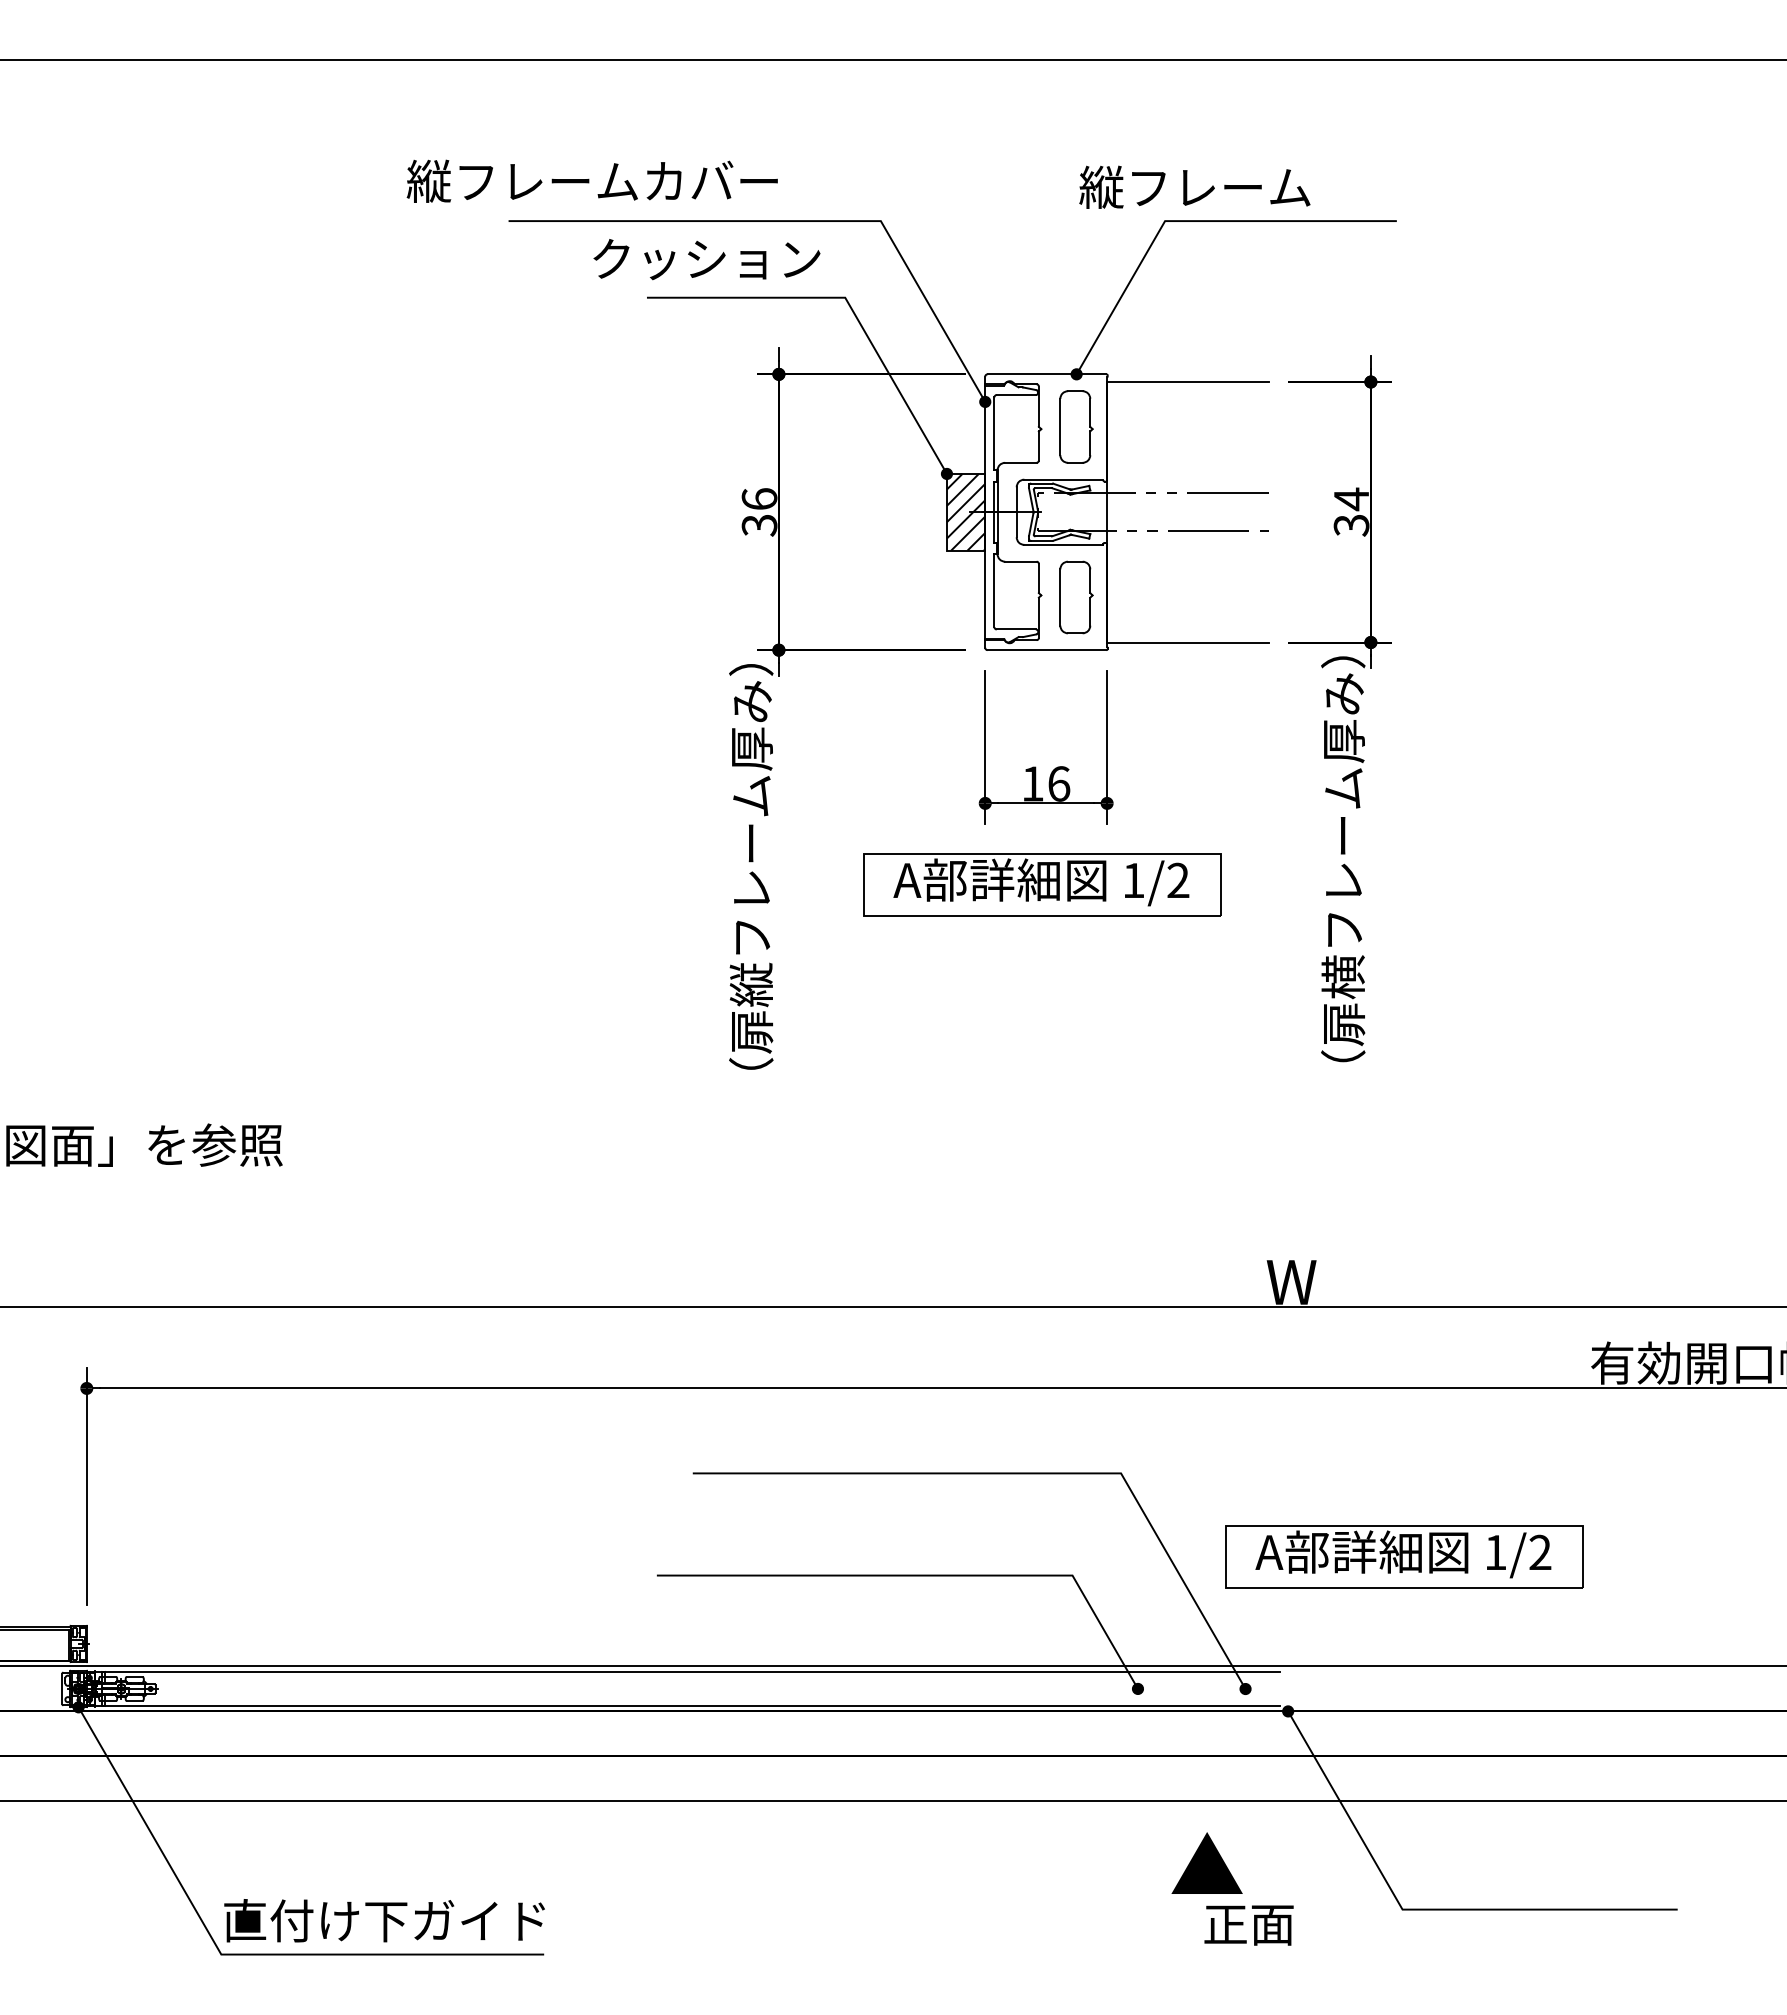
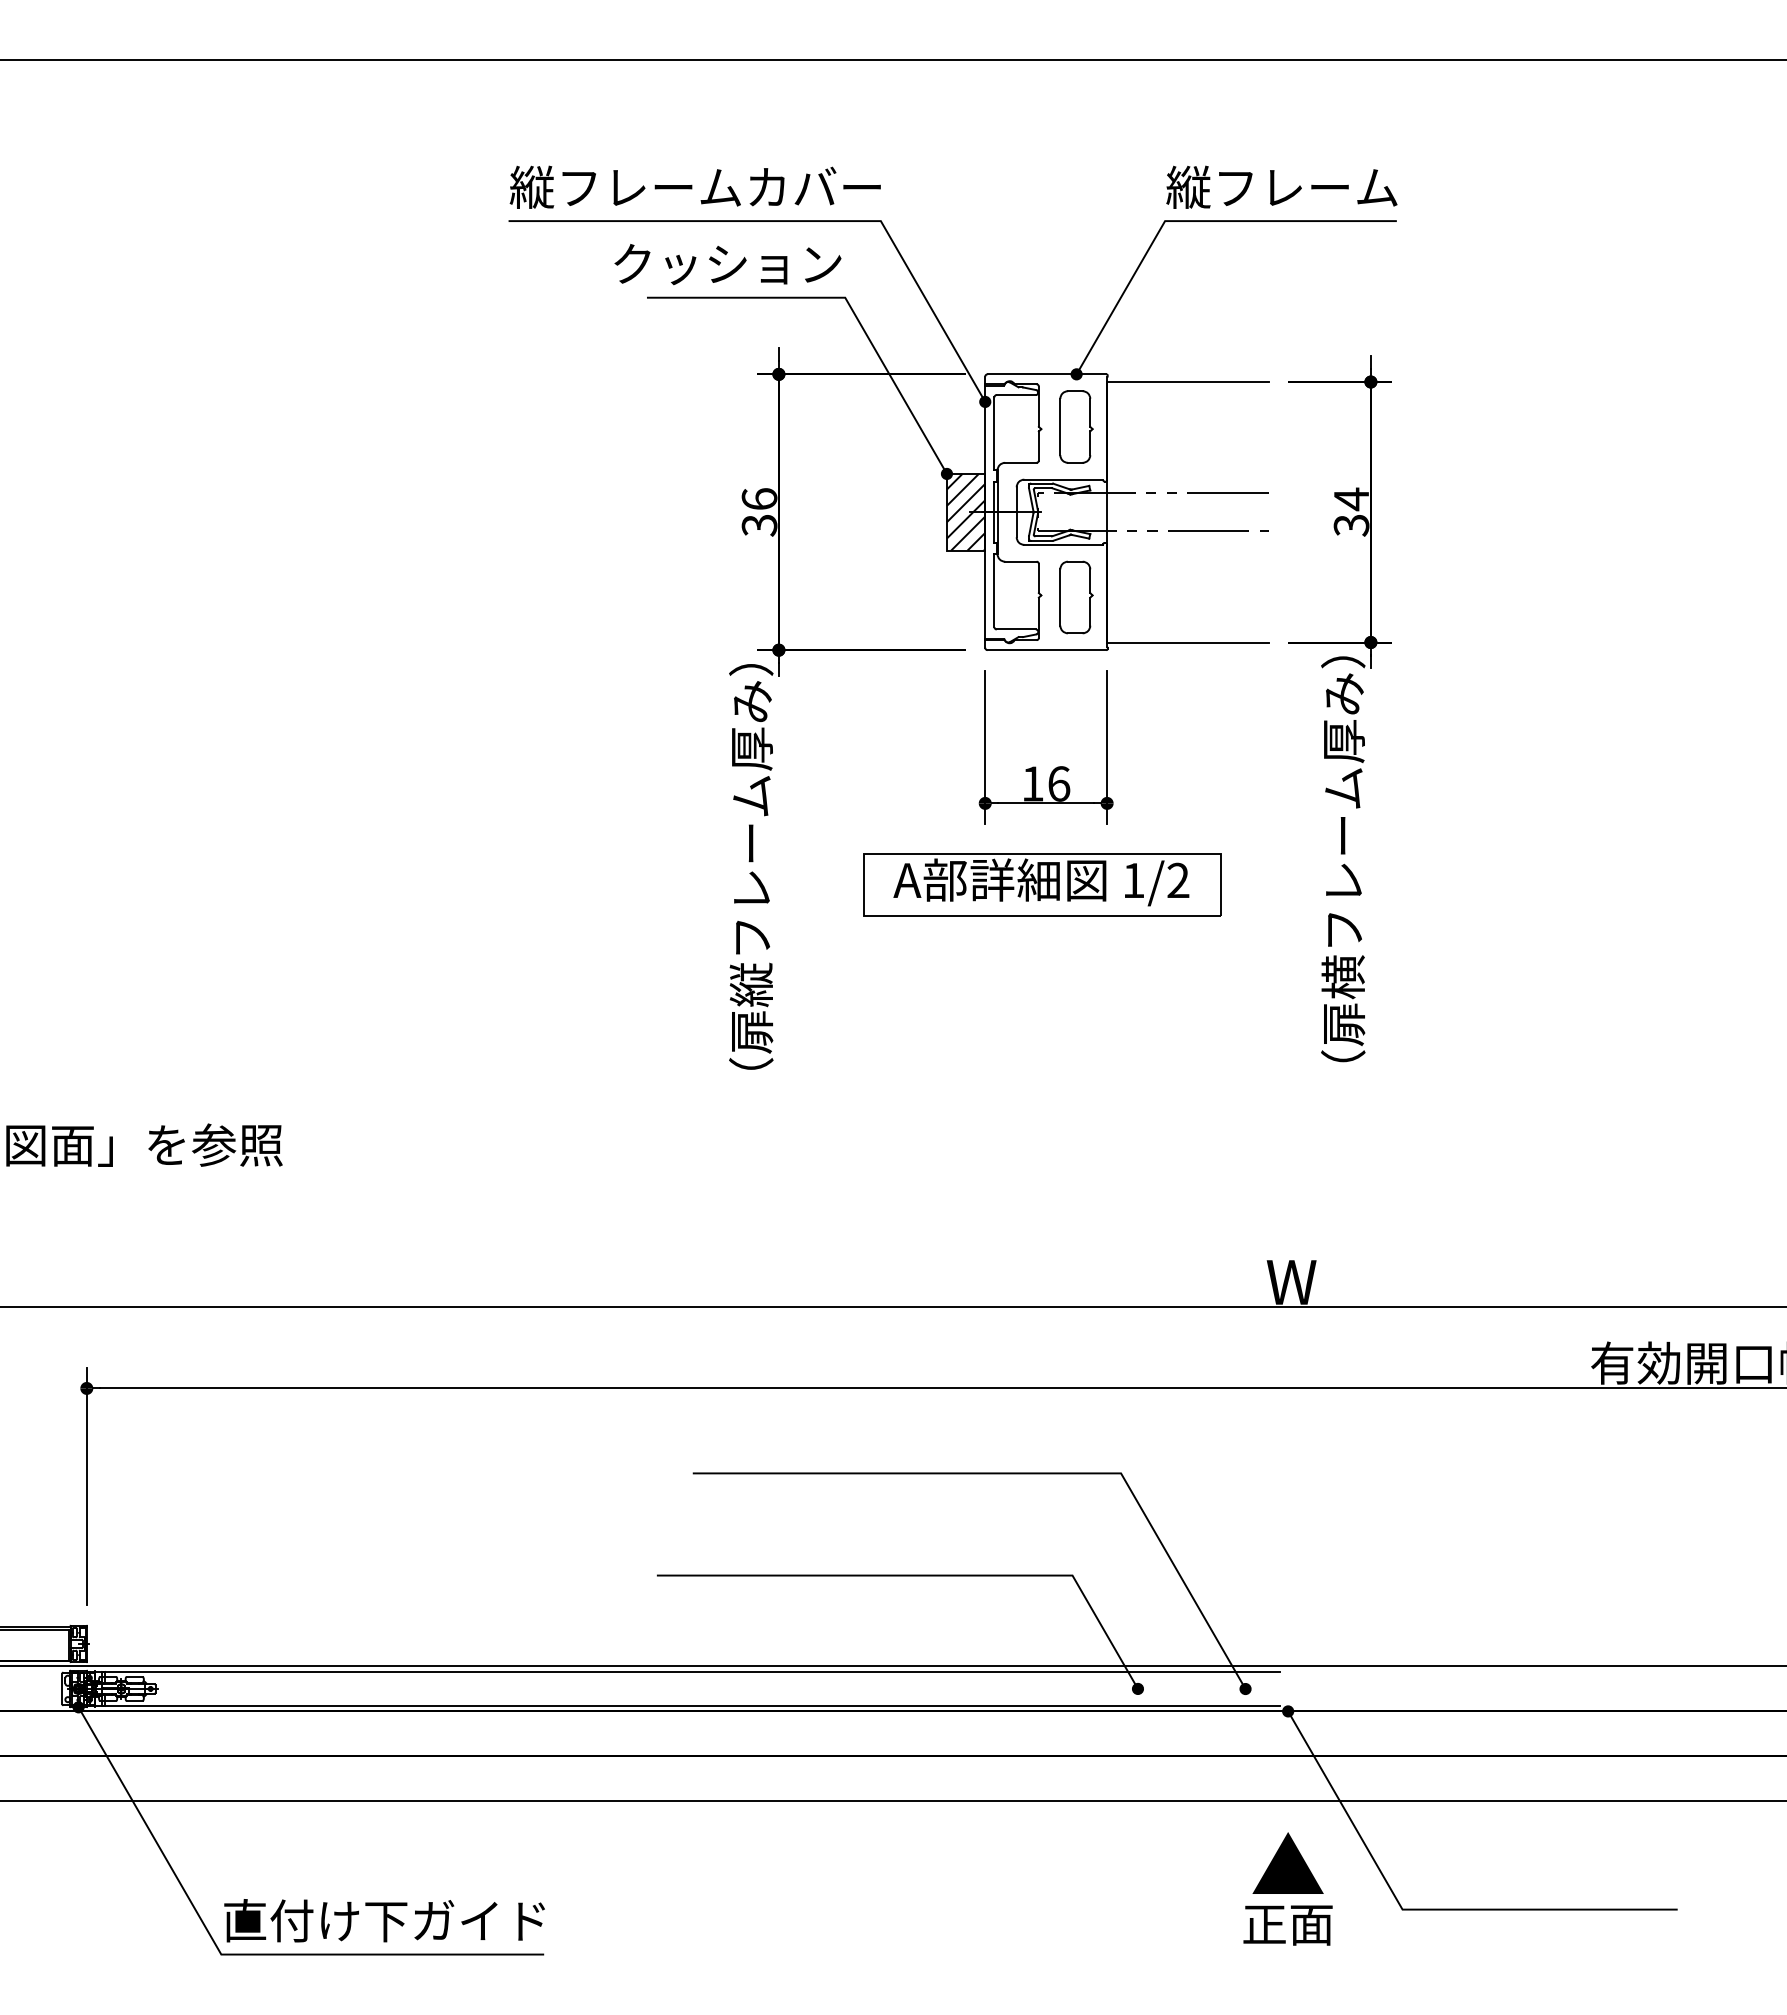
text at (591, 180) position: (591, 180) -> (694, 186)
text at (1194, 186) position: (1194, 186) -> (1281, 186)
text at (706, 259) position: (706, 259) -> (727, 264)
part at (1404, 1556): present -> none
part at (1206, 1862) position: (1206, 1862) -> (1287, 1862)
text at (1248, 1925) position: (1248, 1925) -> (1287, 1925)
